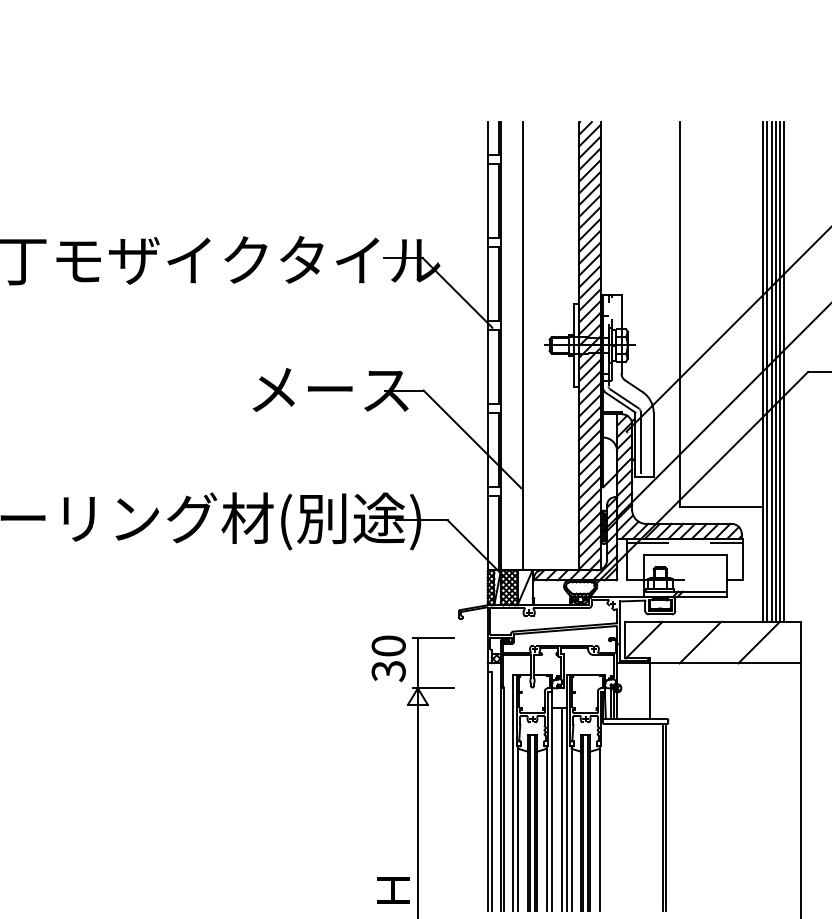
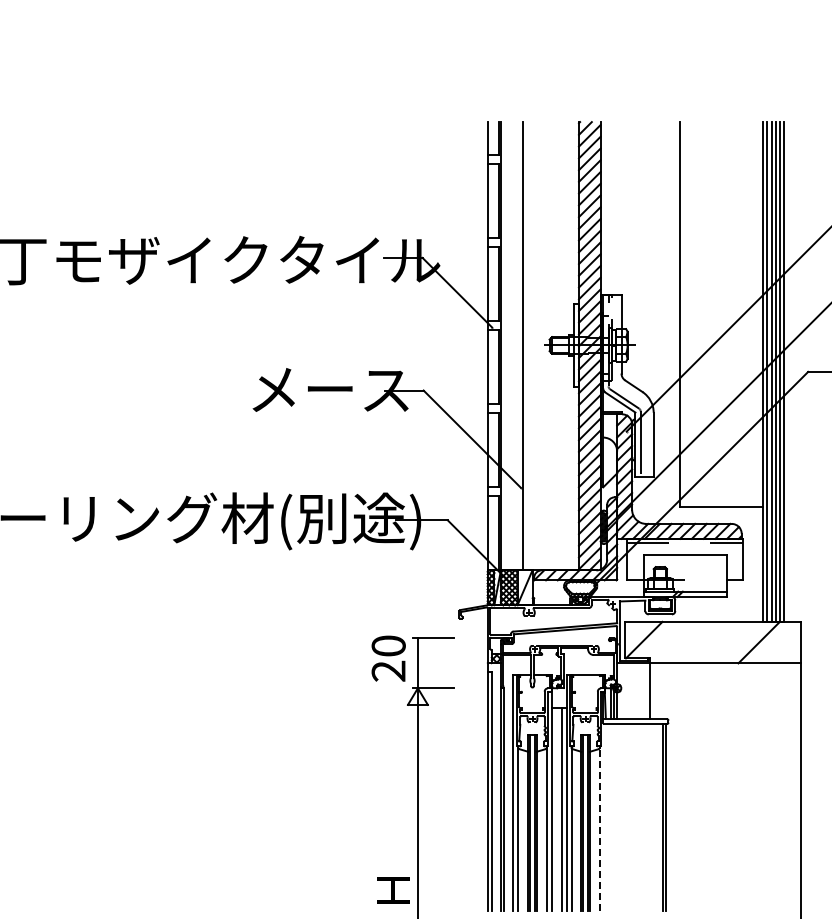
line at (700, 642): present -> none
text at (388, 671): 30 -> 20
line at (599, 828): solid -> dashed
